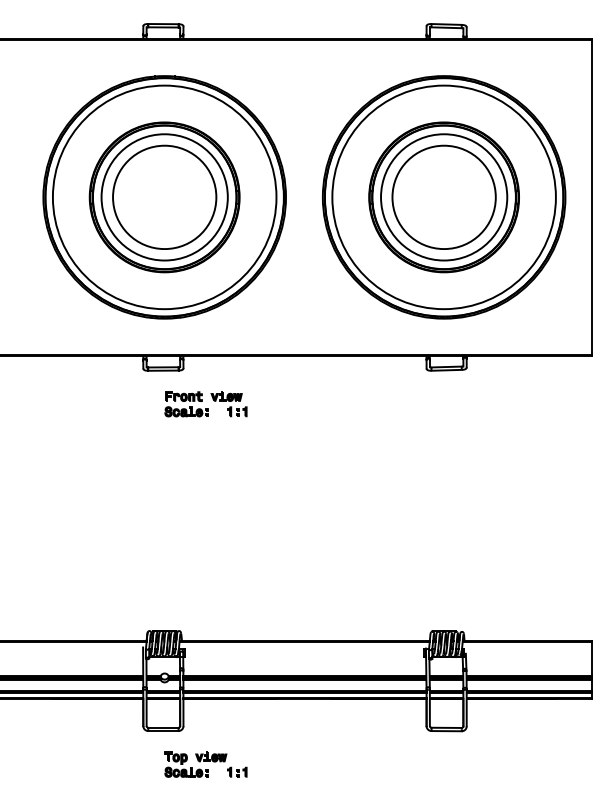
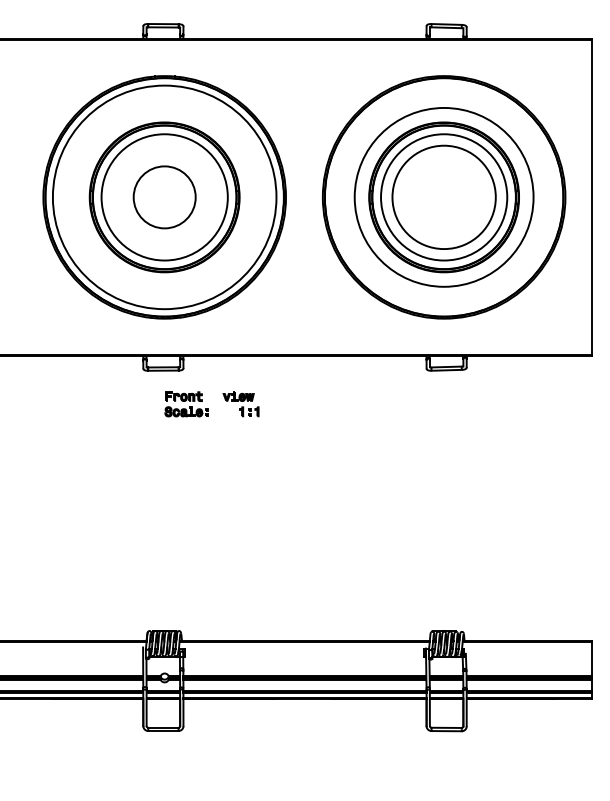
circle at (164, 197) diameter: 103 px -> 62 px
circle at (443, 197) diameter: 224 px -> 179 px
part at (228, 404) position: (228, 404) -> (240, 404)
part at (205, 764): present -> none
